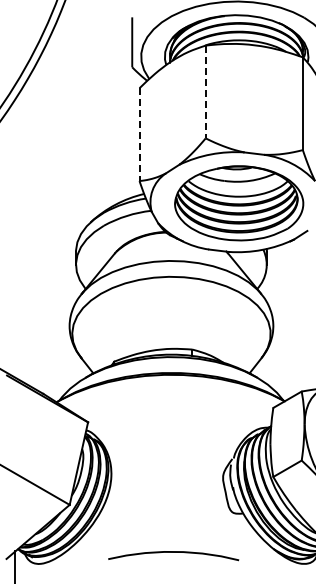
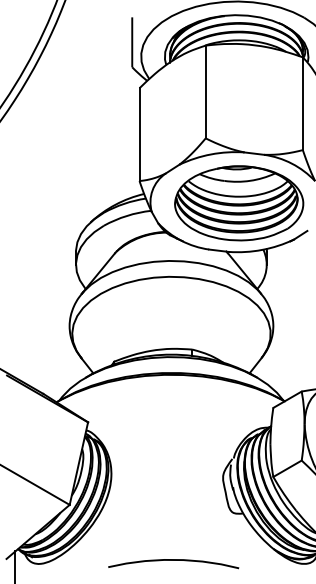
line at (205, 92): dashed -> solid
line at (139, 135): dashed -> solid
curve at (173, 552) position: (173, 552) -> (173, 560)
